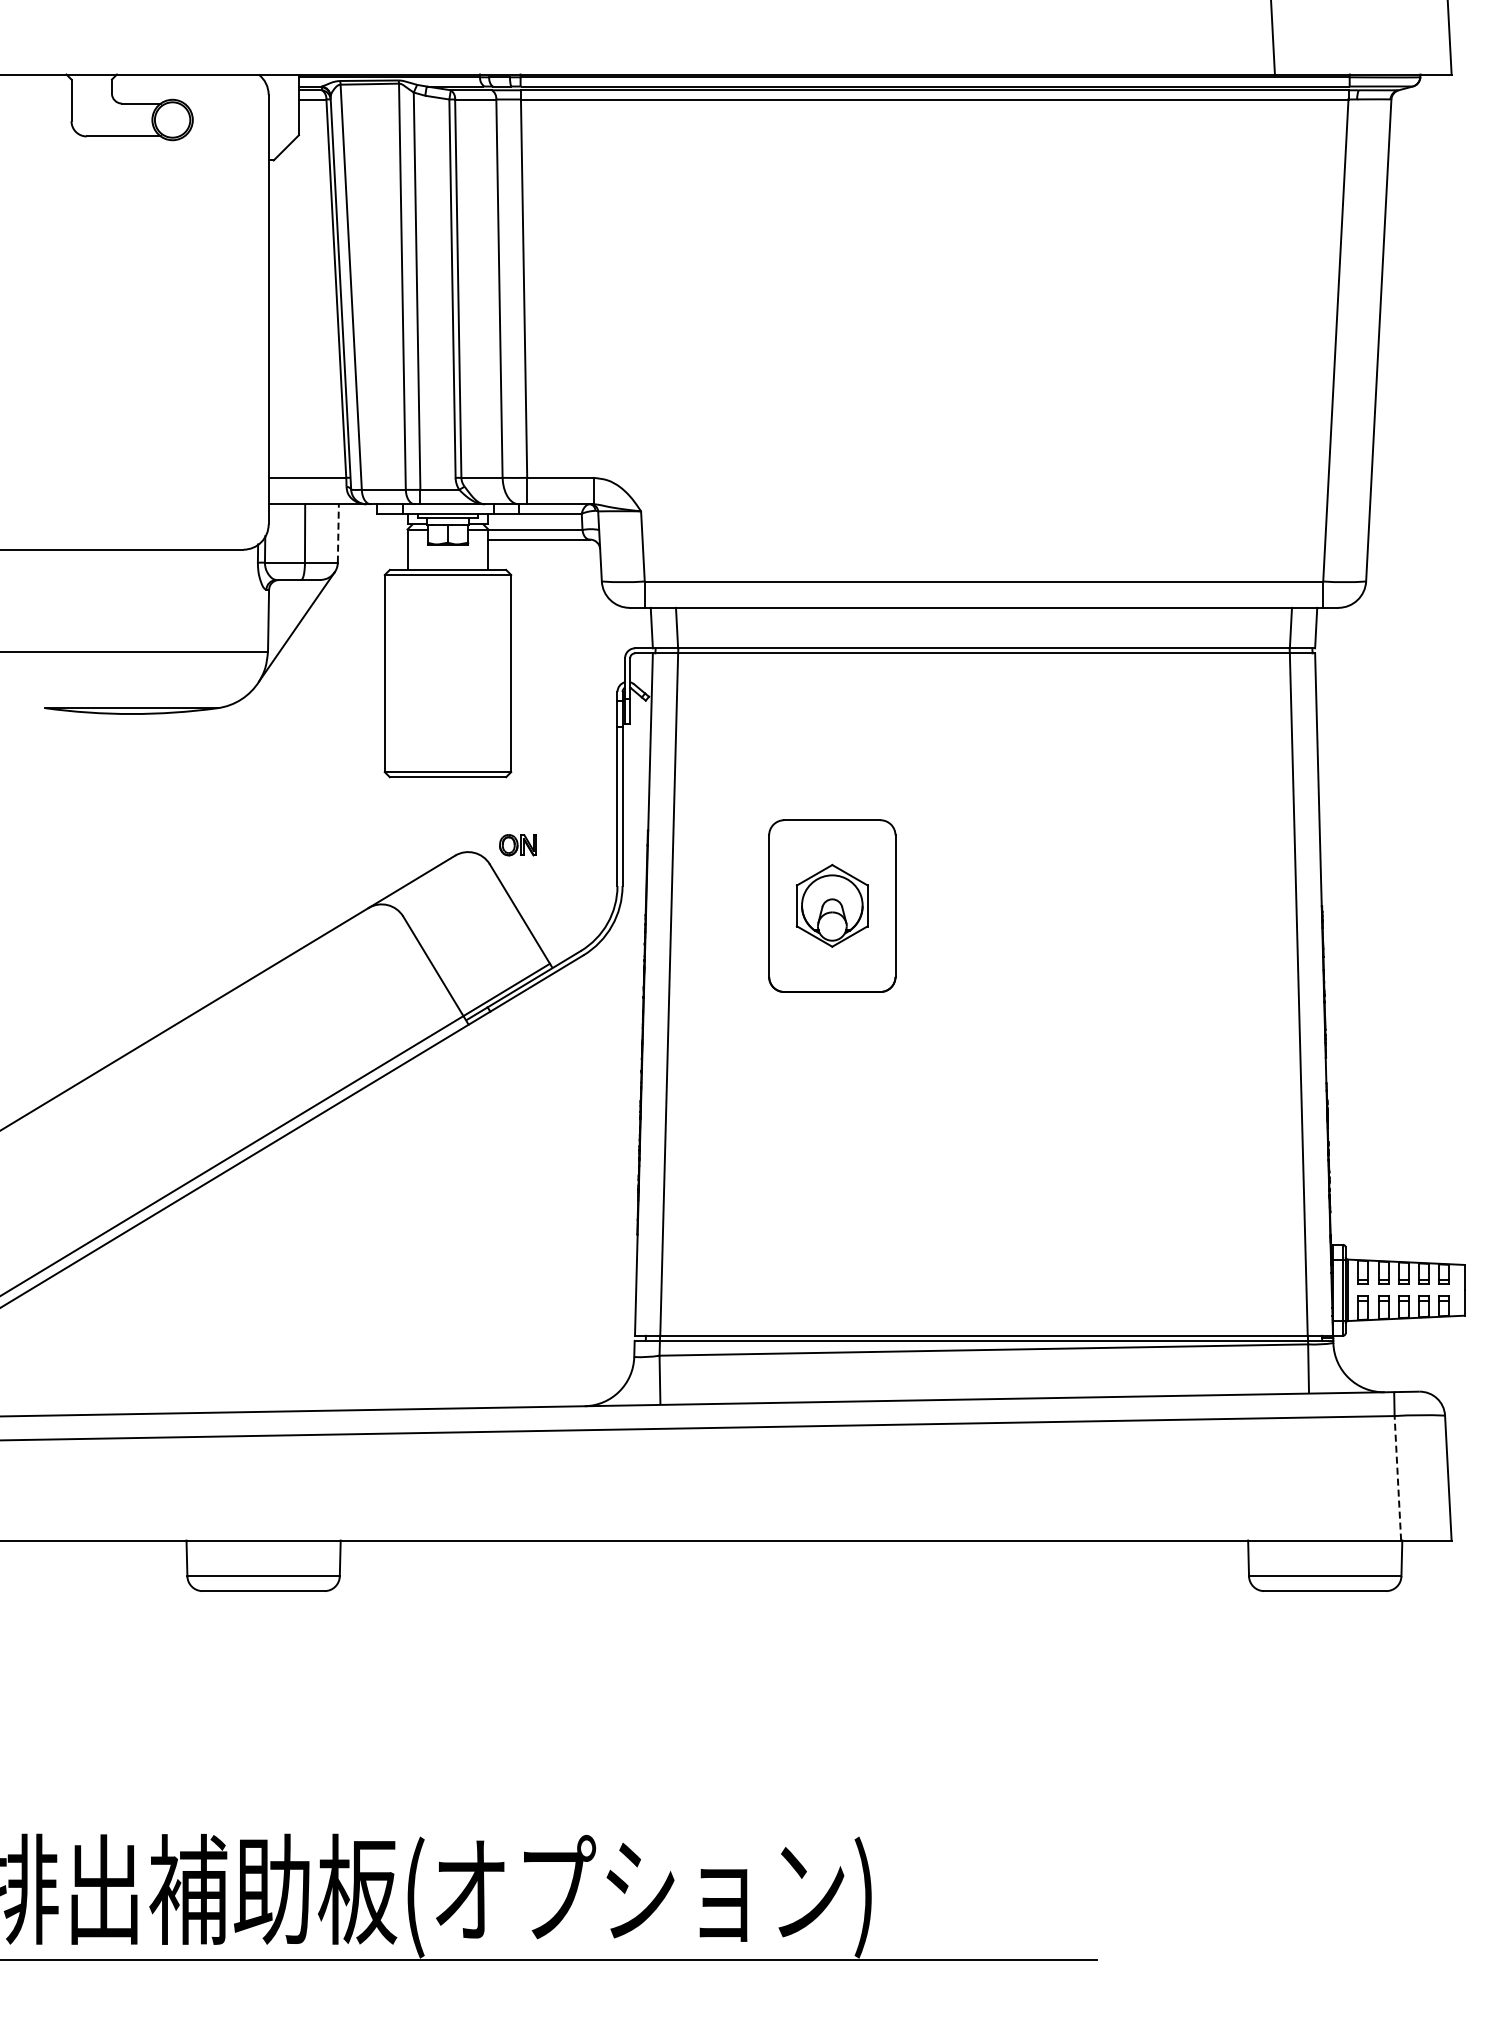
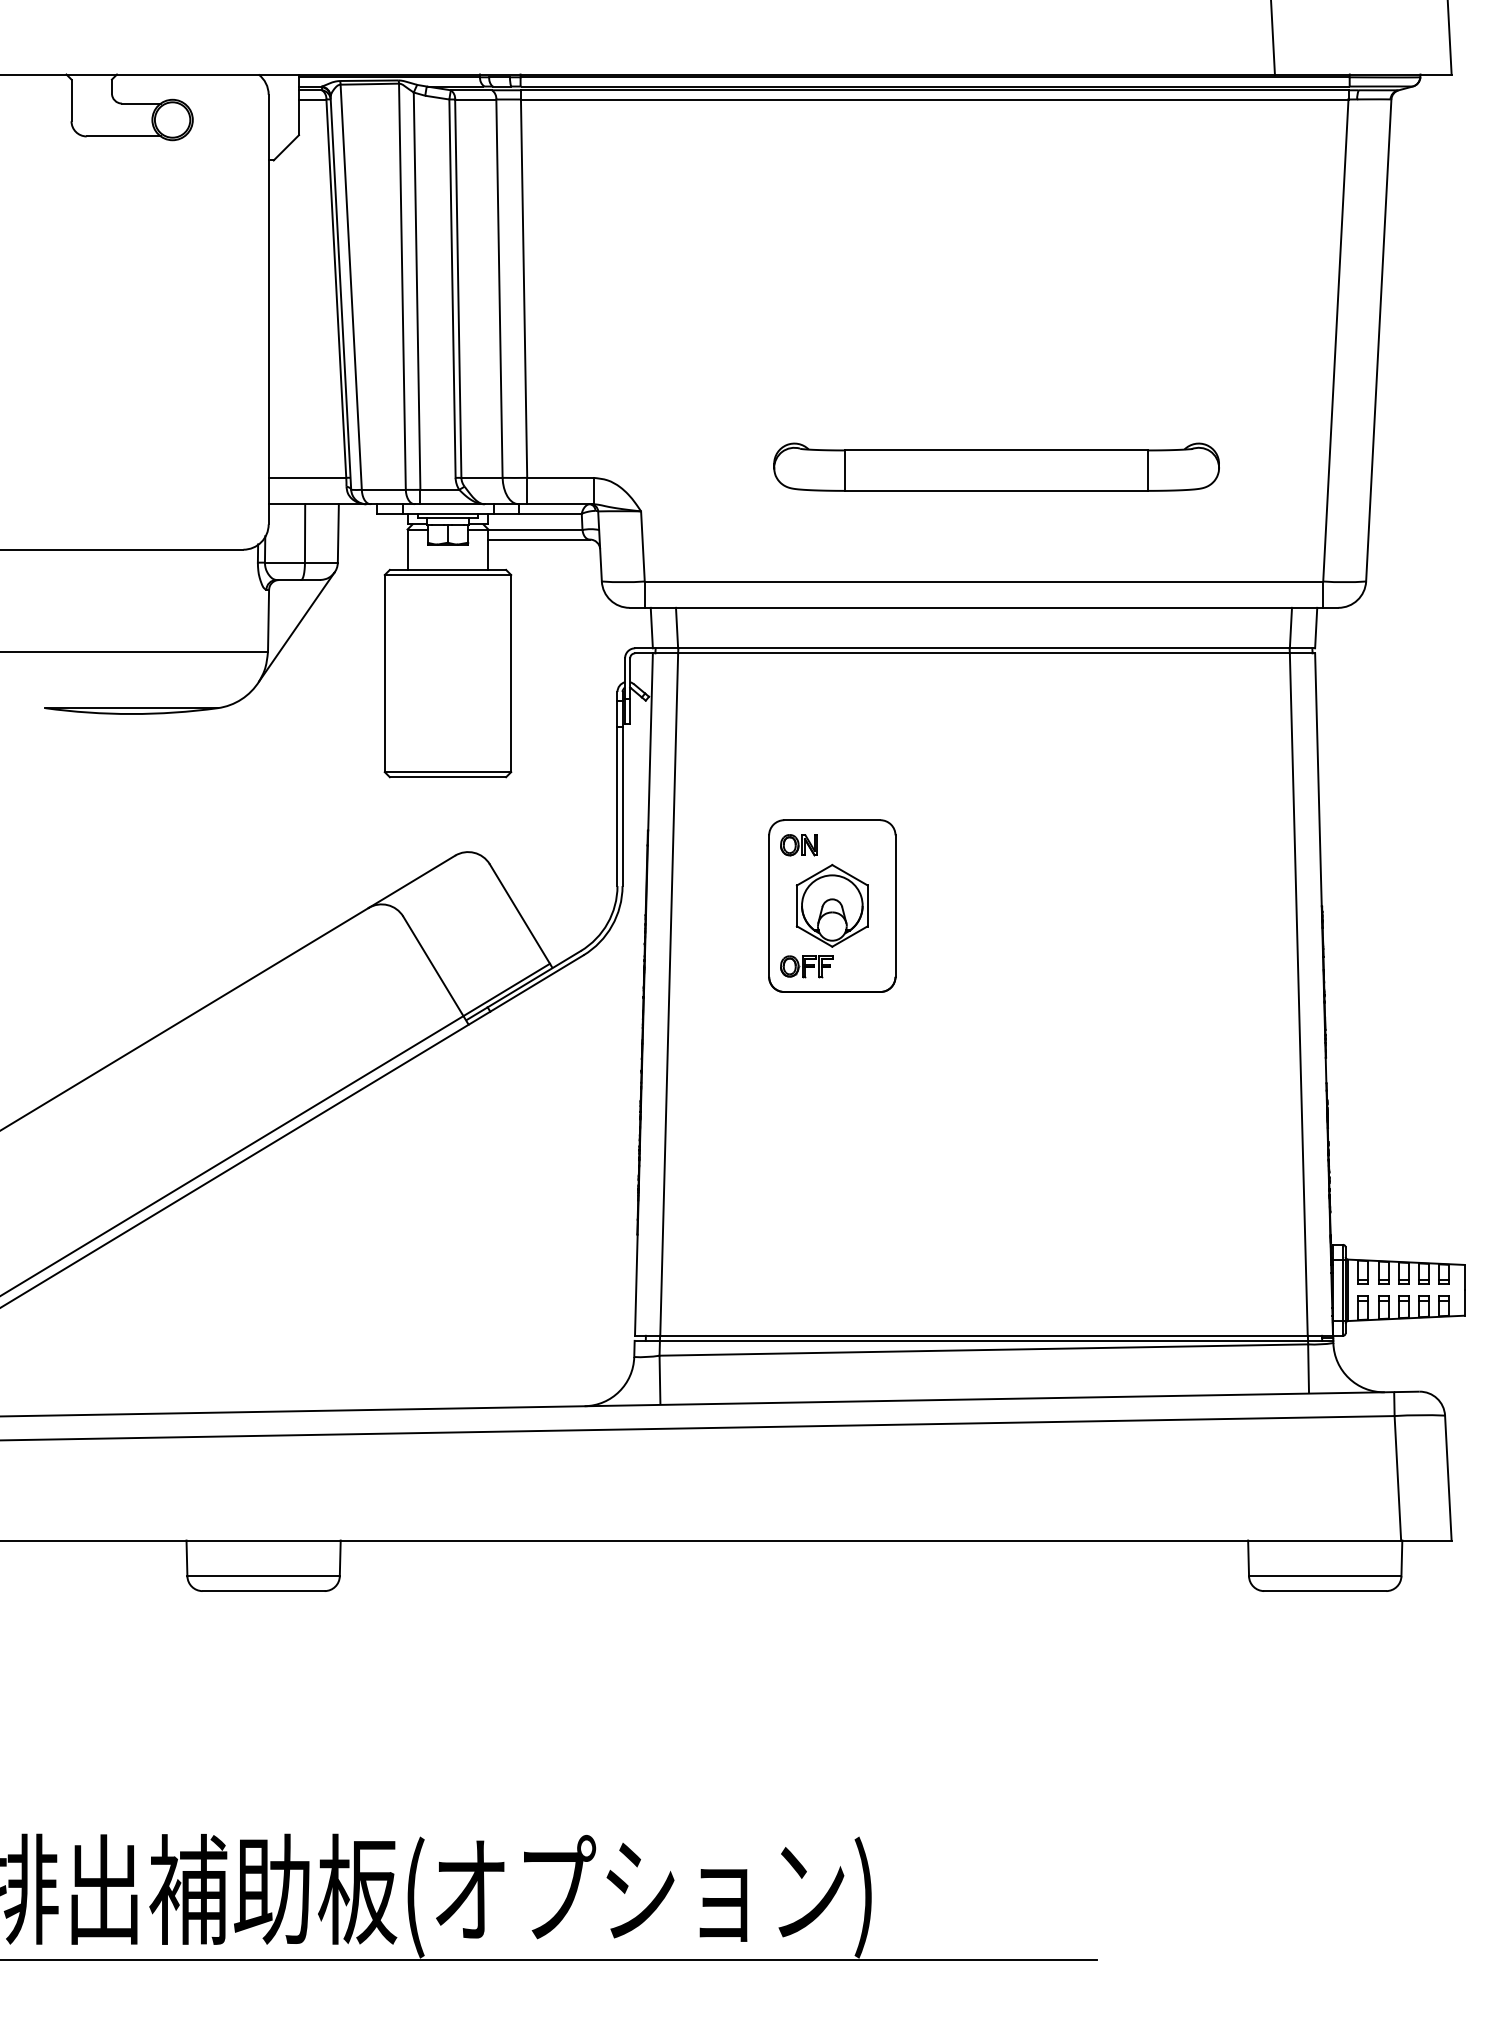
part at (996, 466): none -> present
line at (338, 532): dashed -> solid
part at (517, 845) position: (517, 845) -> (798, 845)
part at (806, 966): none -> present
line at (1397, 1477): dashed -> solid
